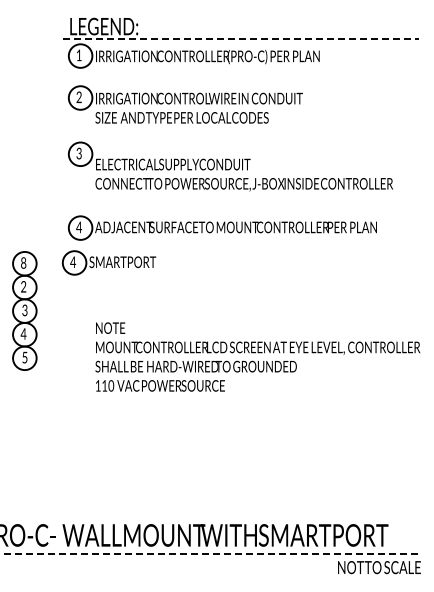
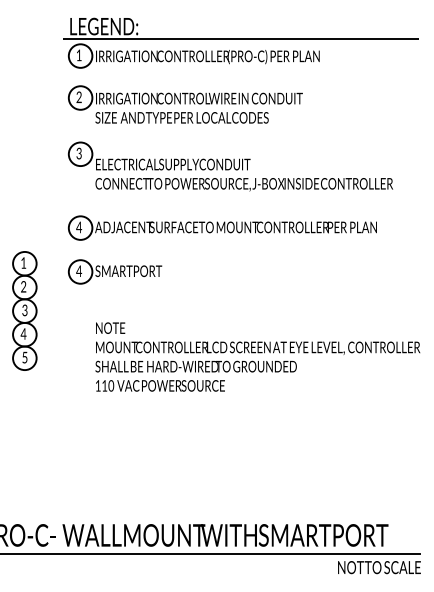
line at (240, 39): dashed -> solid
text at (23, 262): 8 -> 1
part at (109, 262) position: (109, 262) -> (115, 271)
line at (210, 554): dashed -> solid
